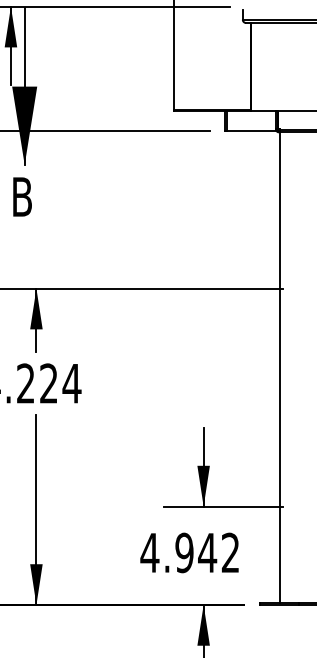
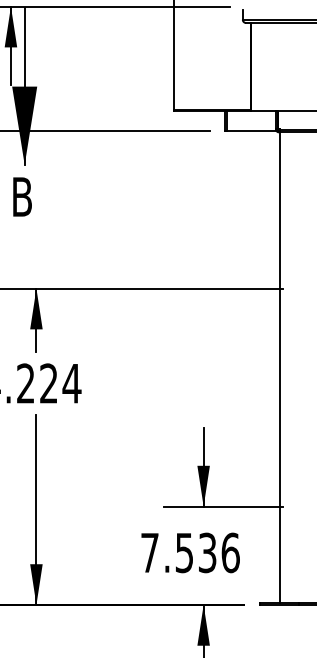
text at (189, 552): 4.942 -> 7.536
